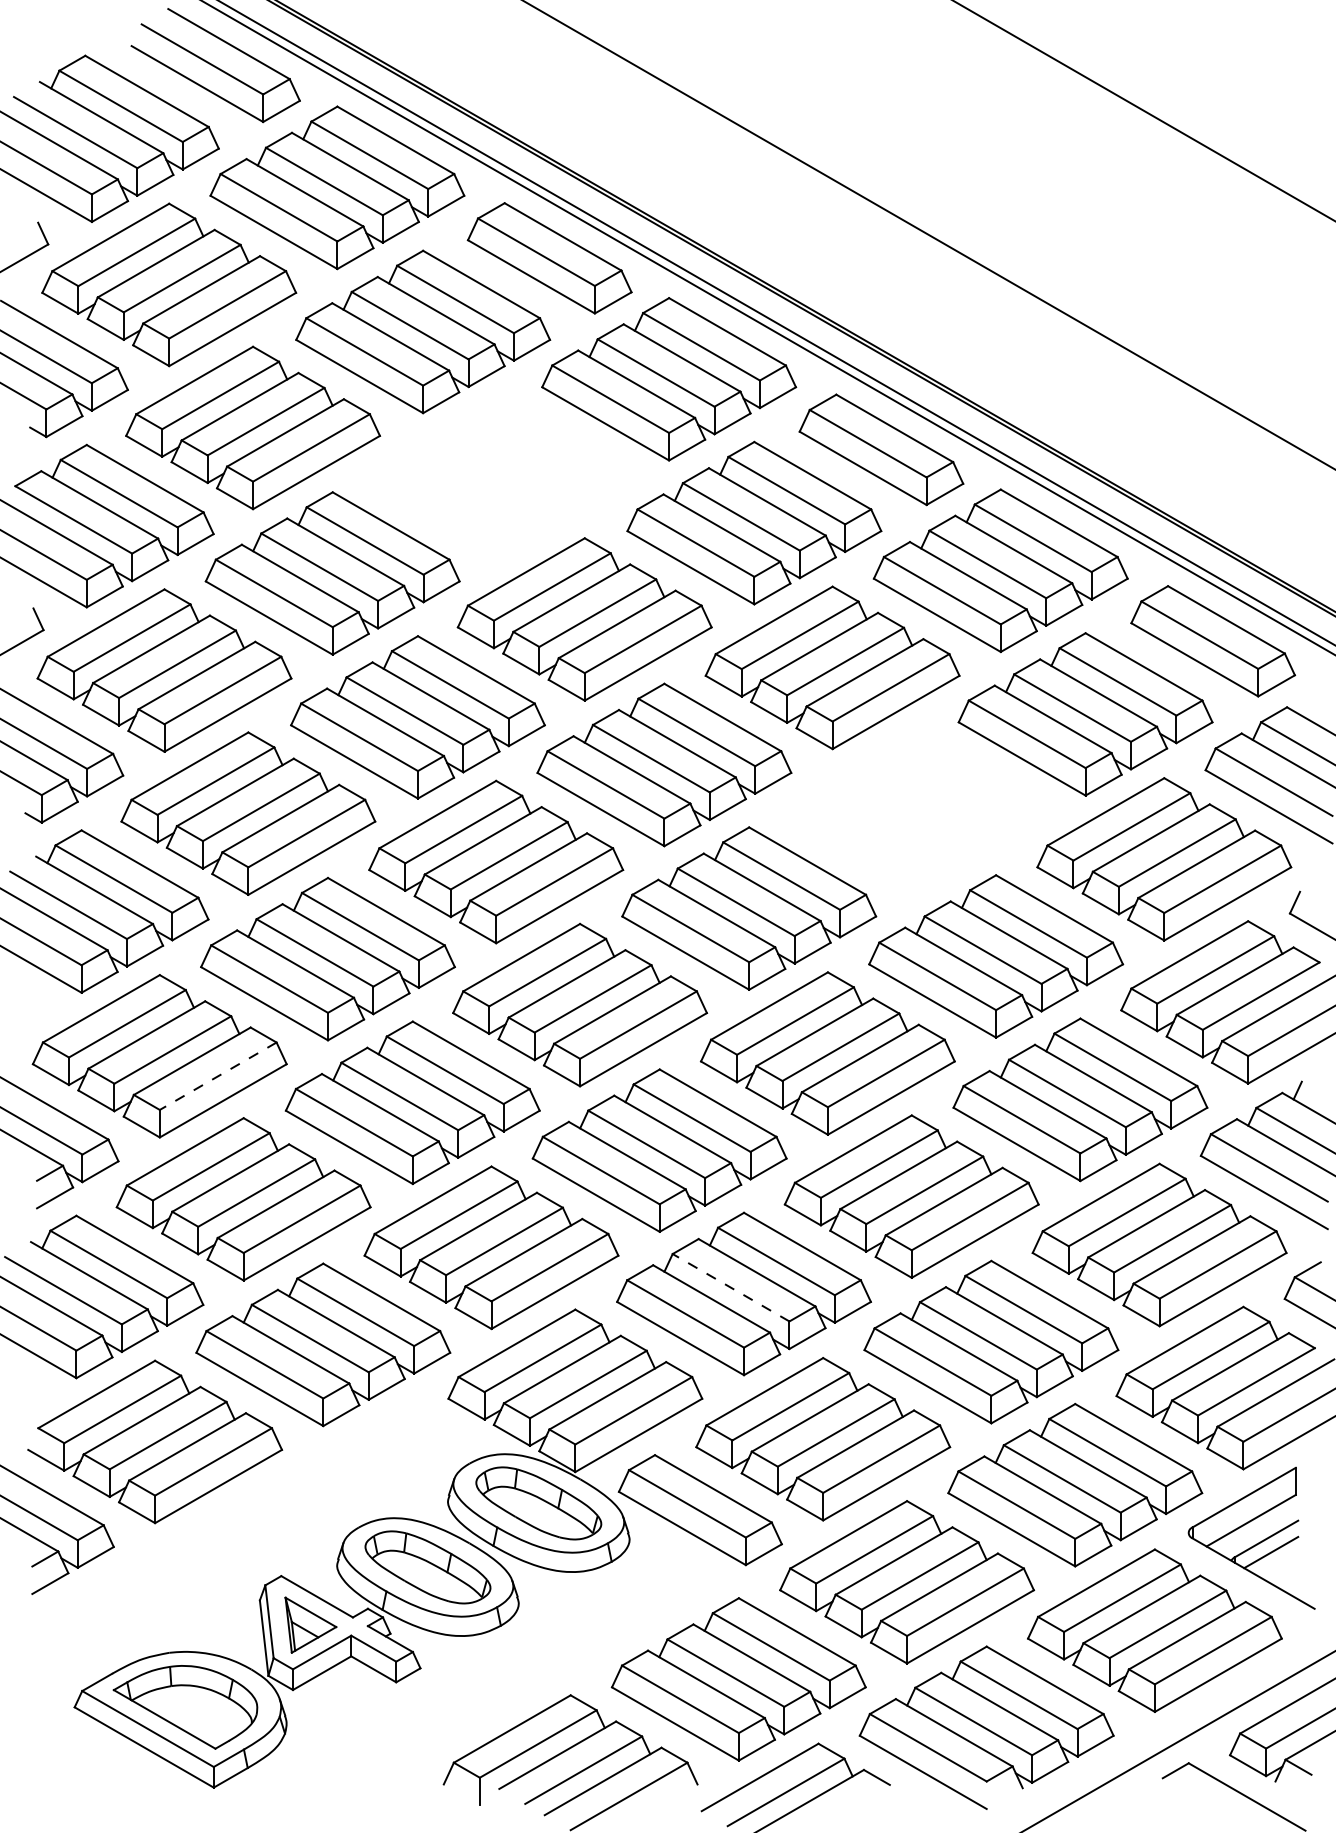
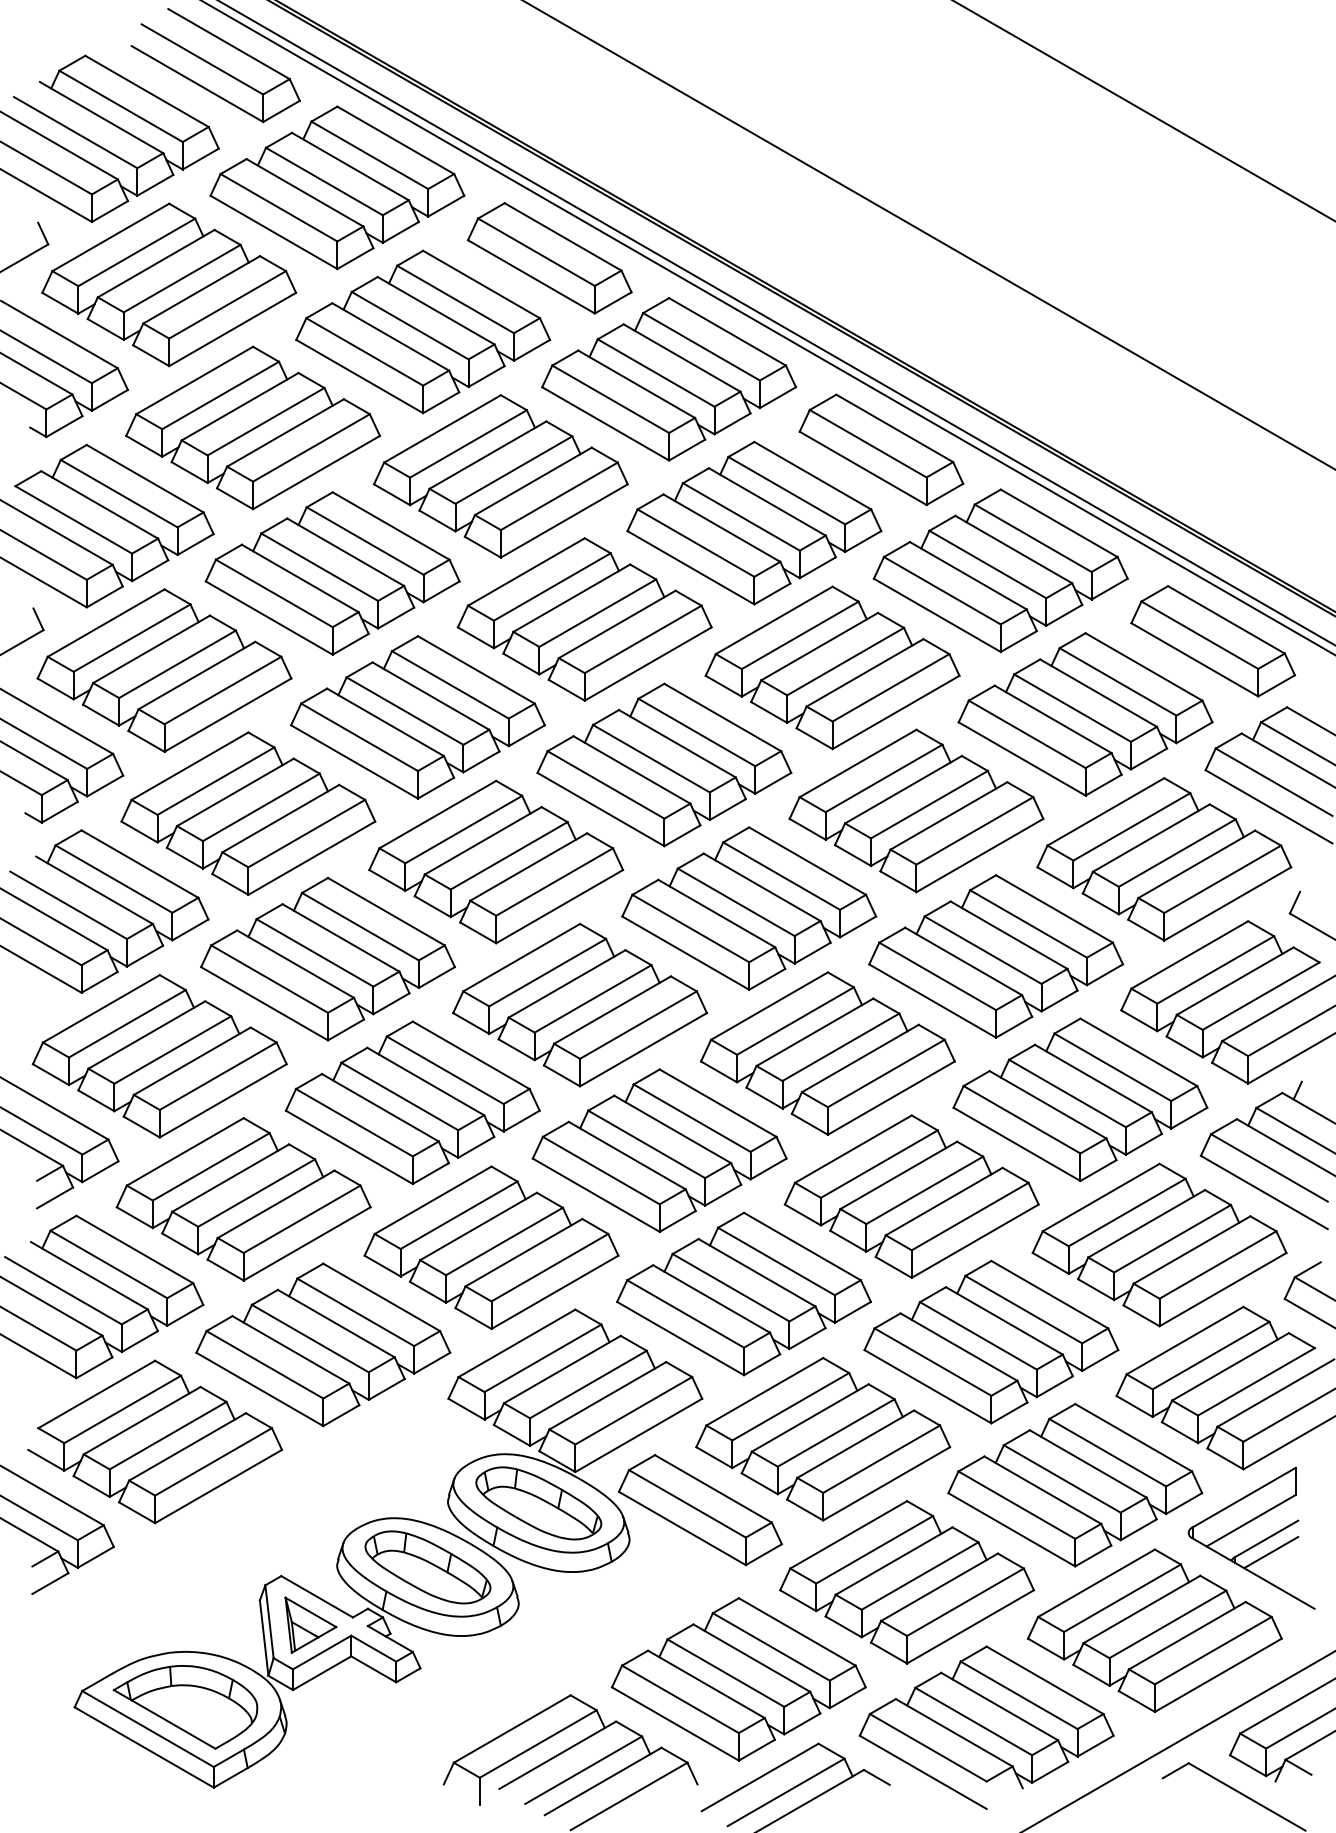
part at (500, 476): none -> present
part at (916, 810): none -> present
line at (217, 1076): dashed -> solid
line at (730, 1287): dashed -> solid
